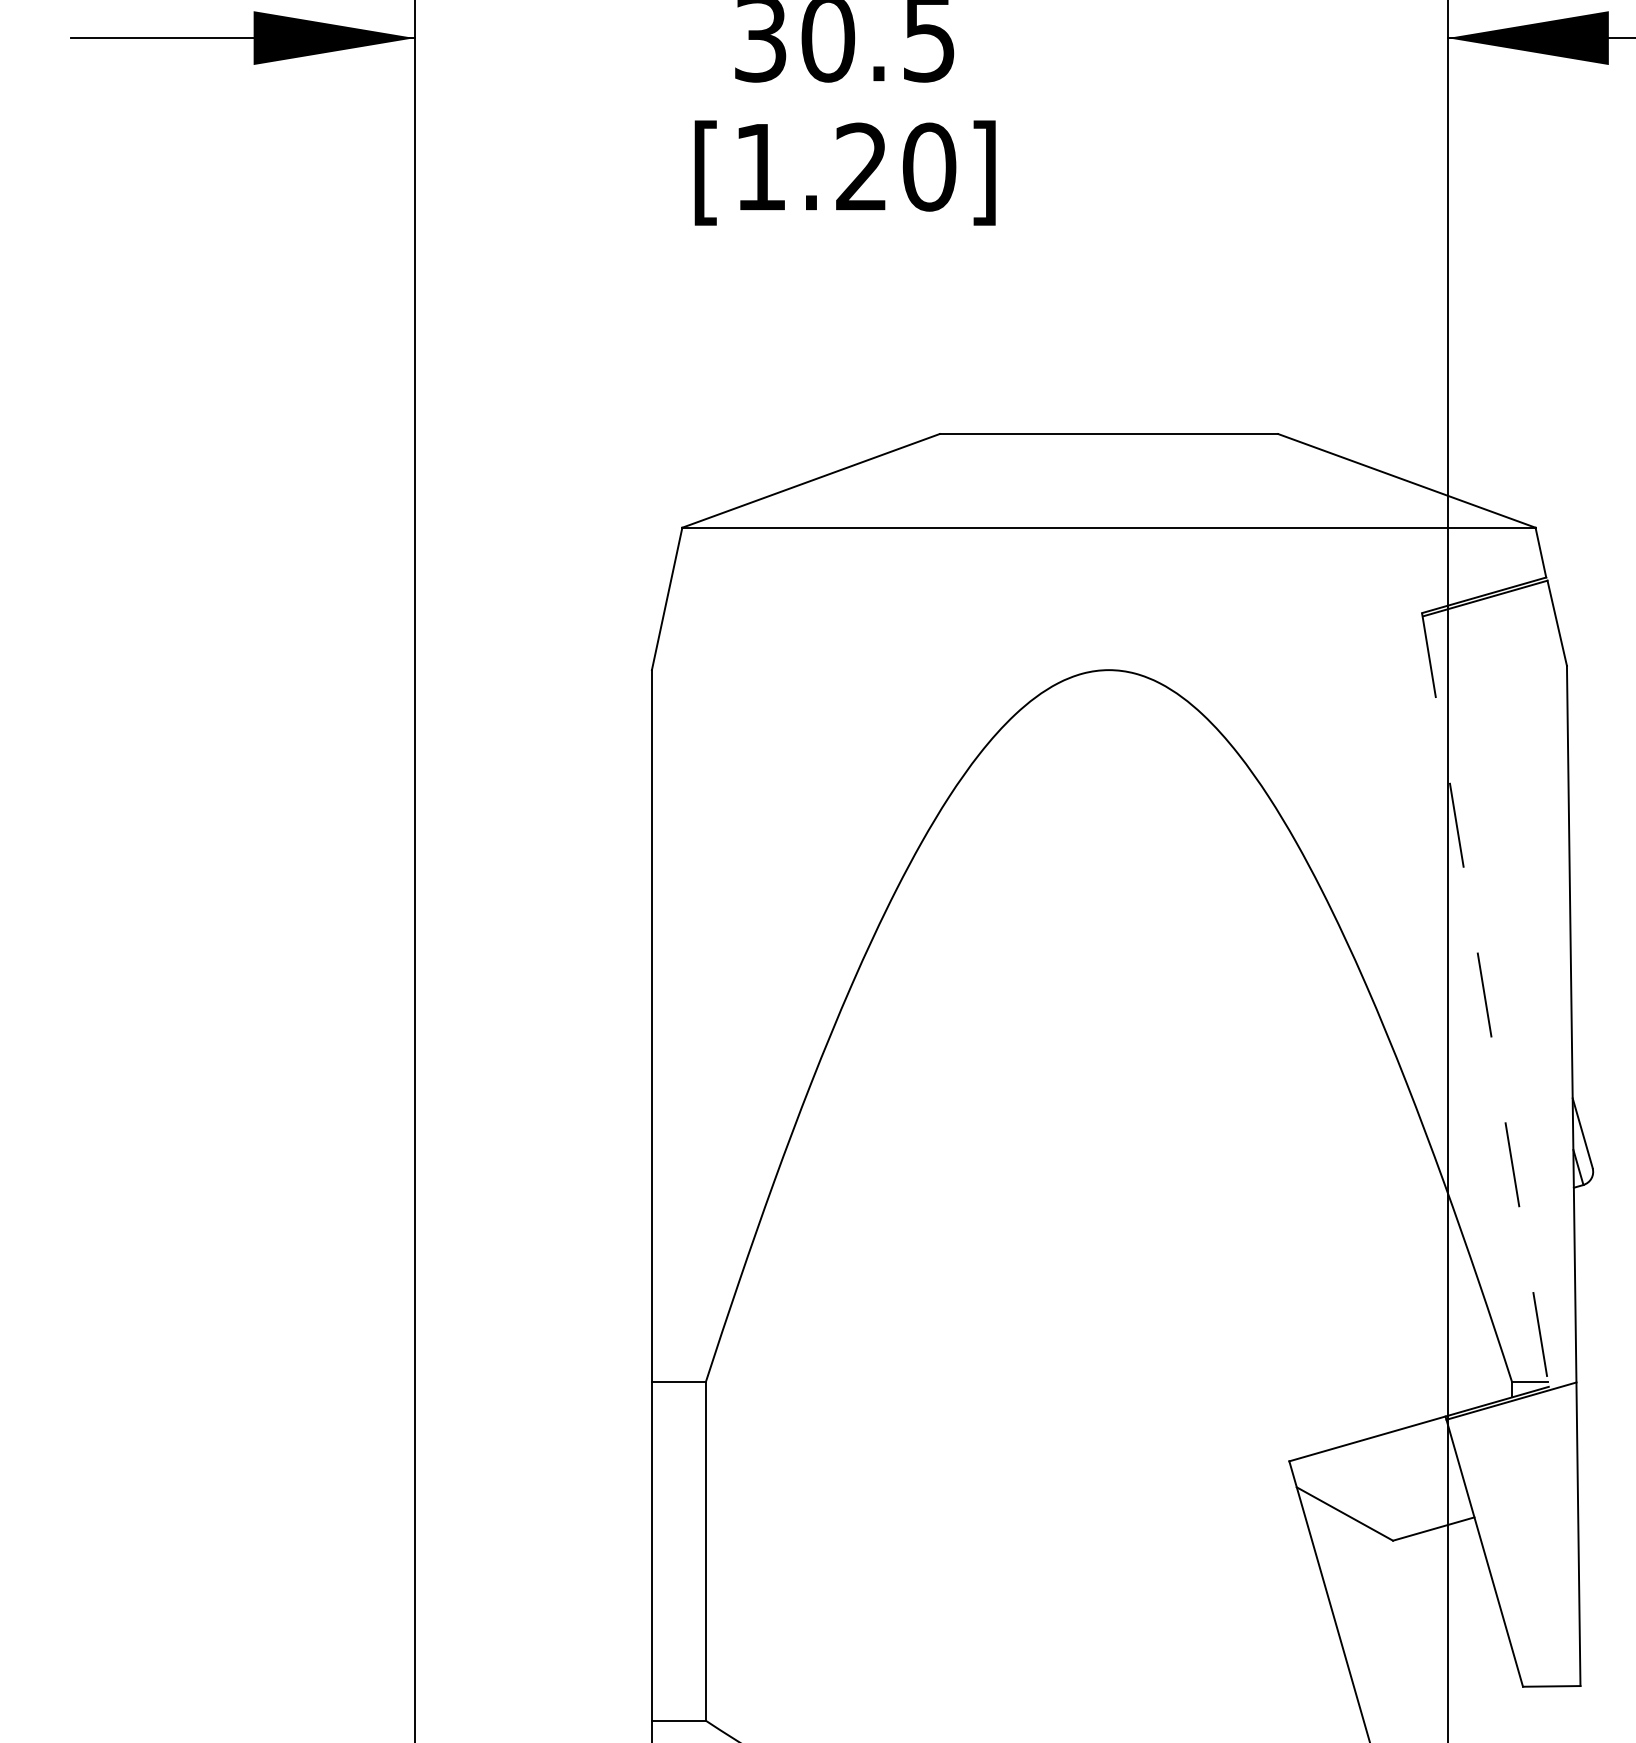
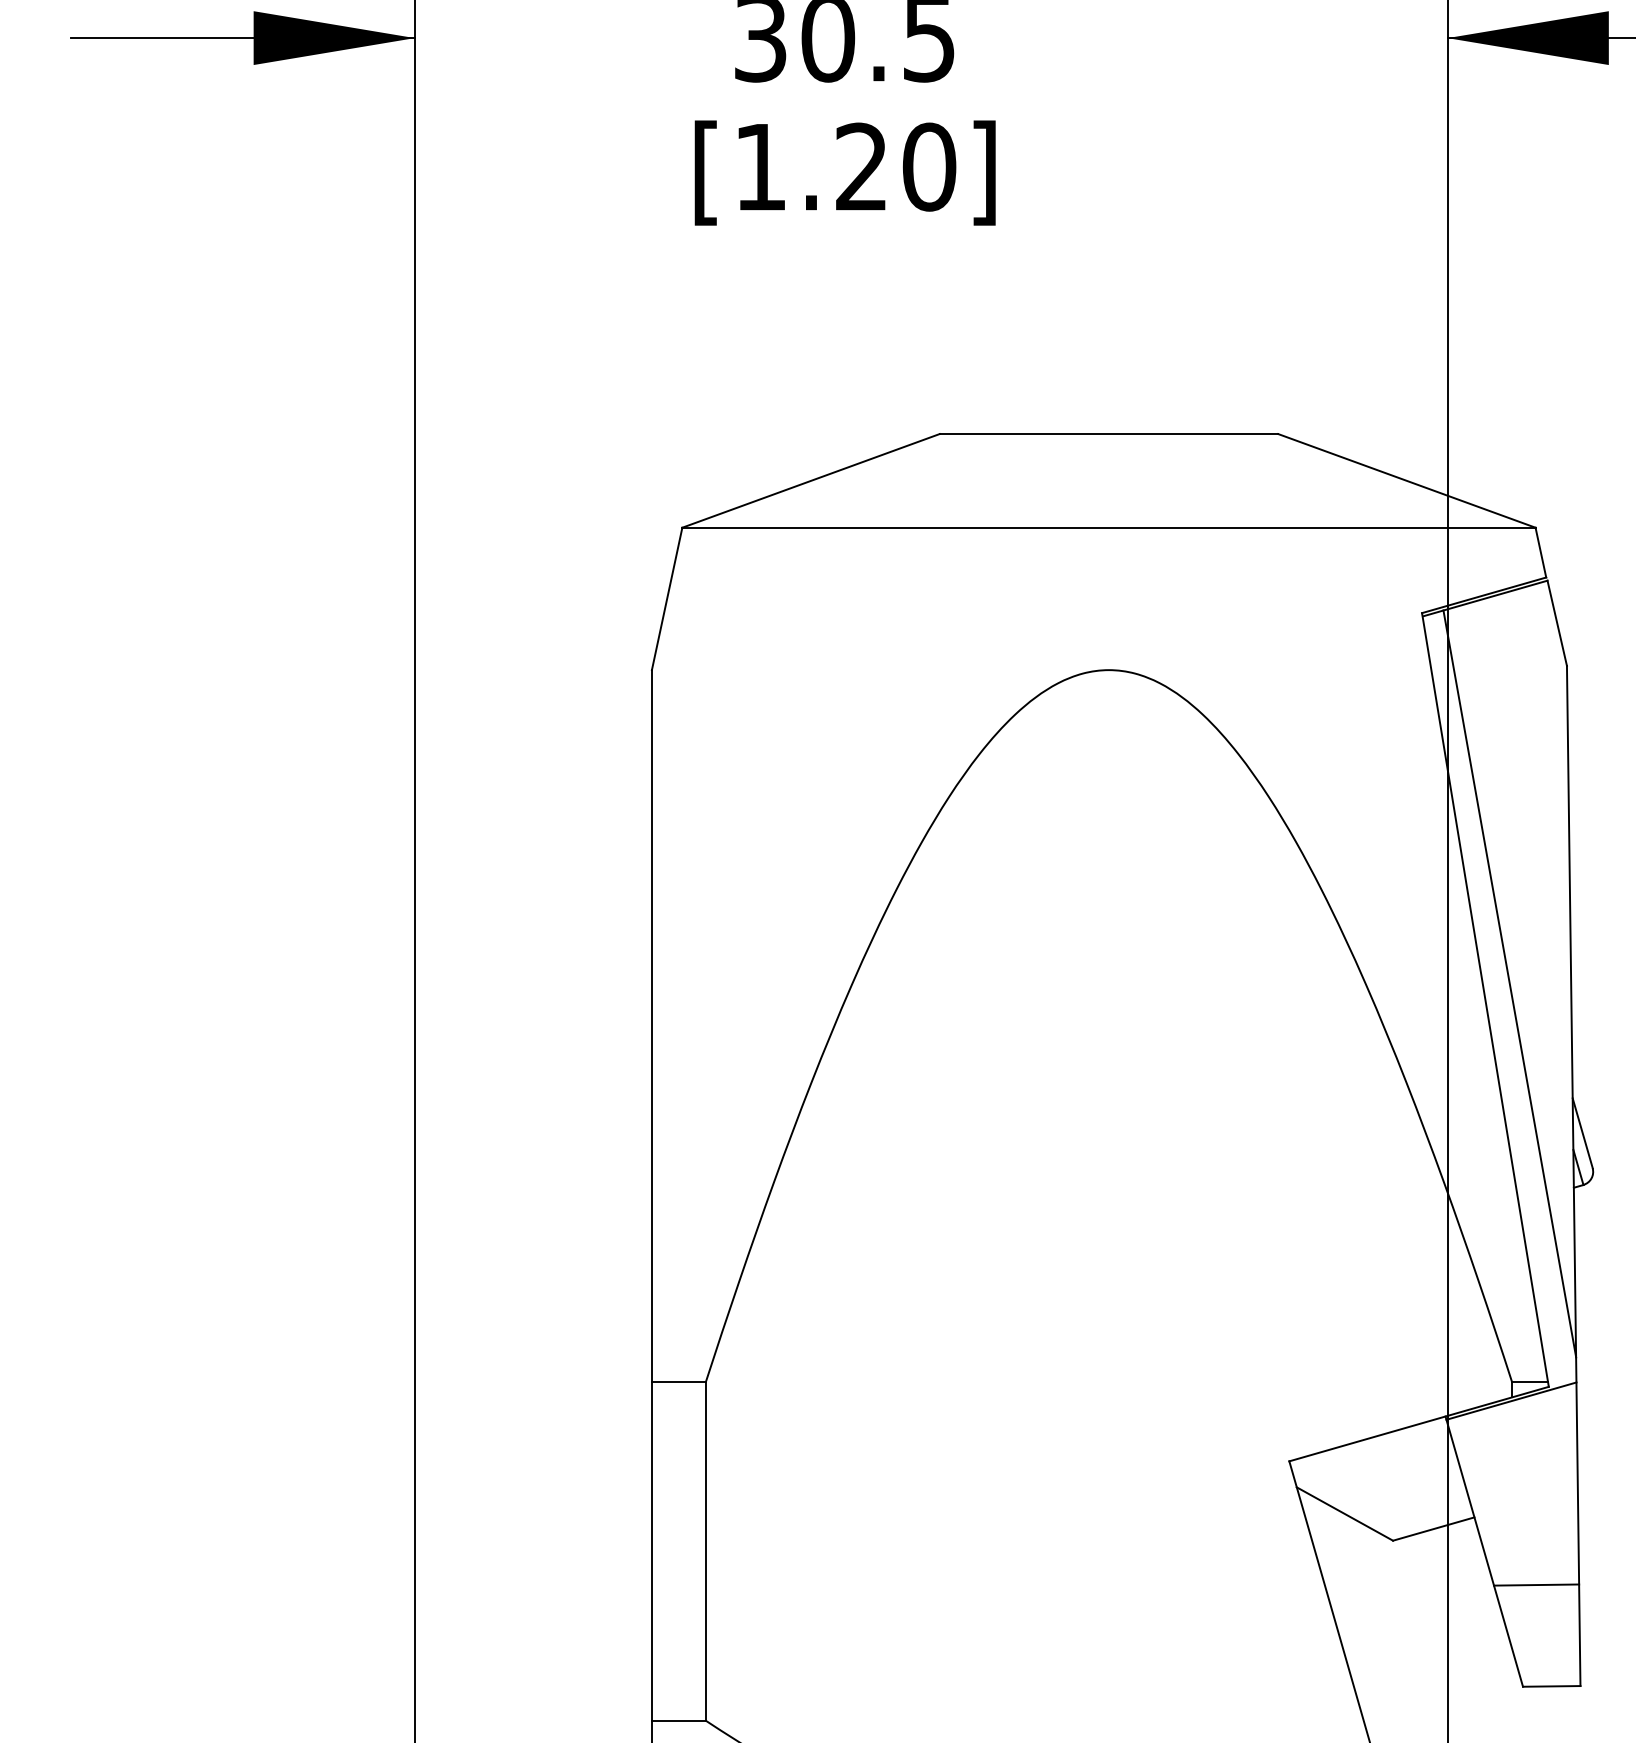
line at (1509, 983): none -> present
line at (1485, 1000): dashed -> solid
line at (1536, 1584): none -> present
